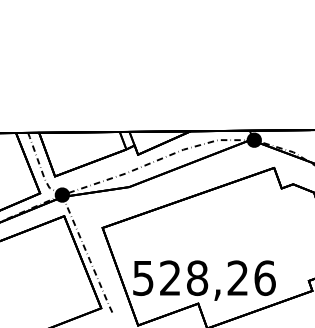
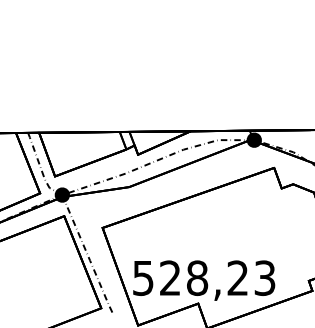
text at (264, 278): 528,26 -> 528,23
